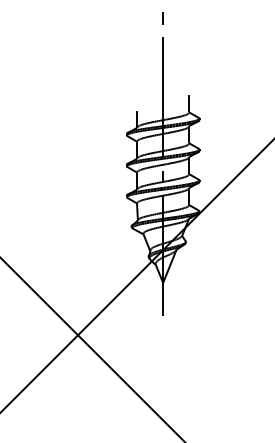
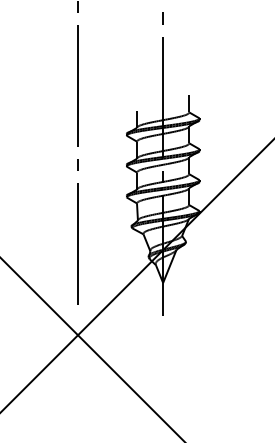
line at (78, 153): none -> present
